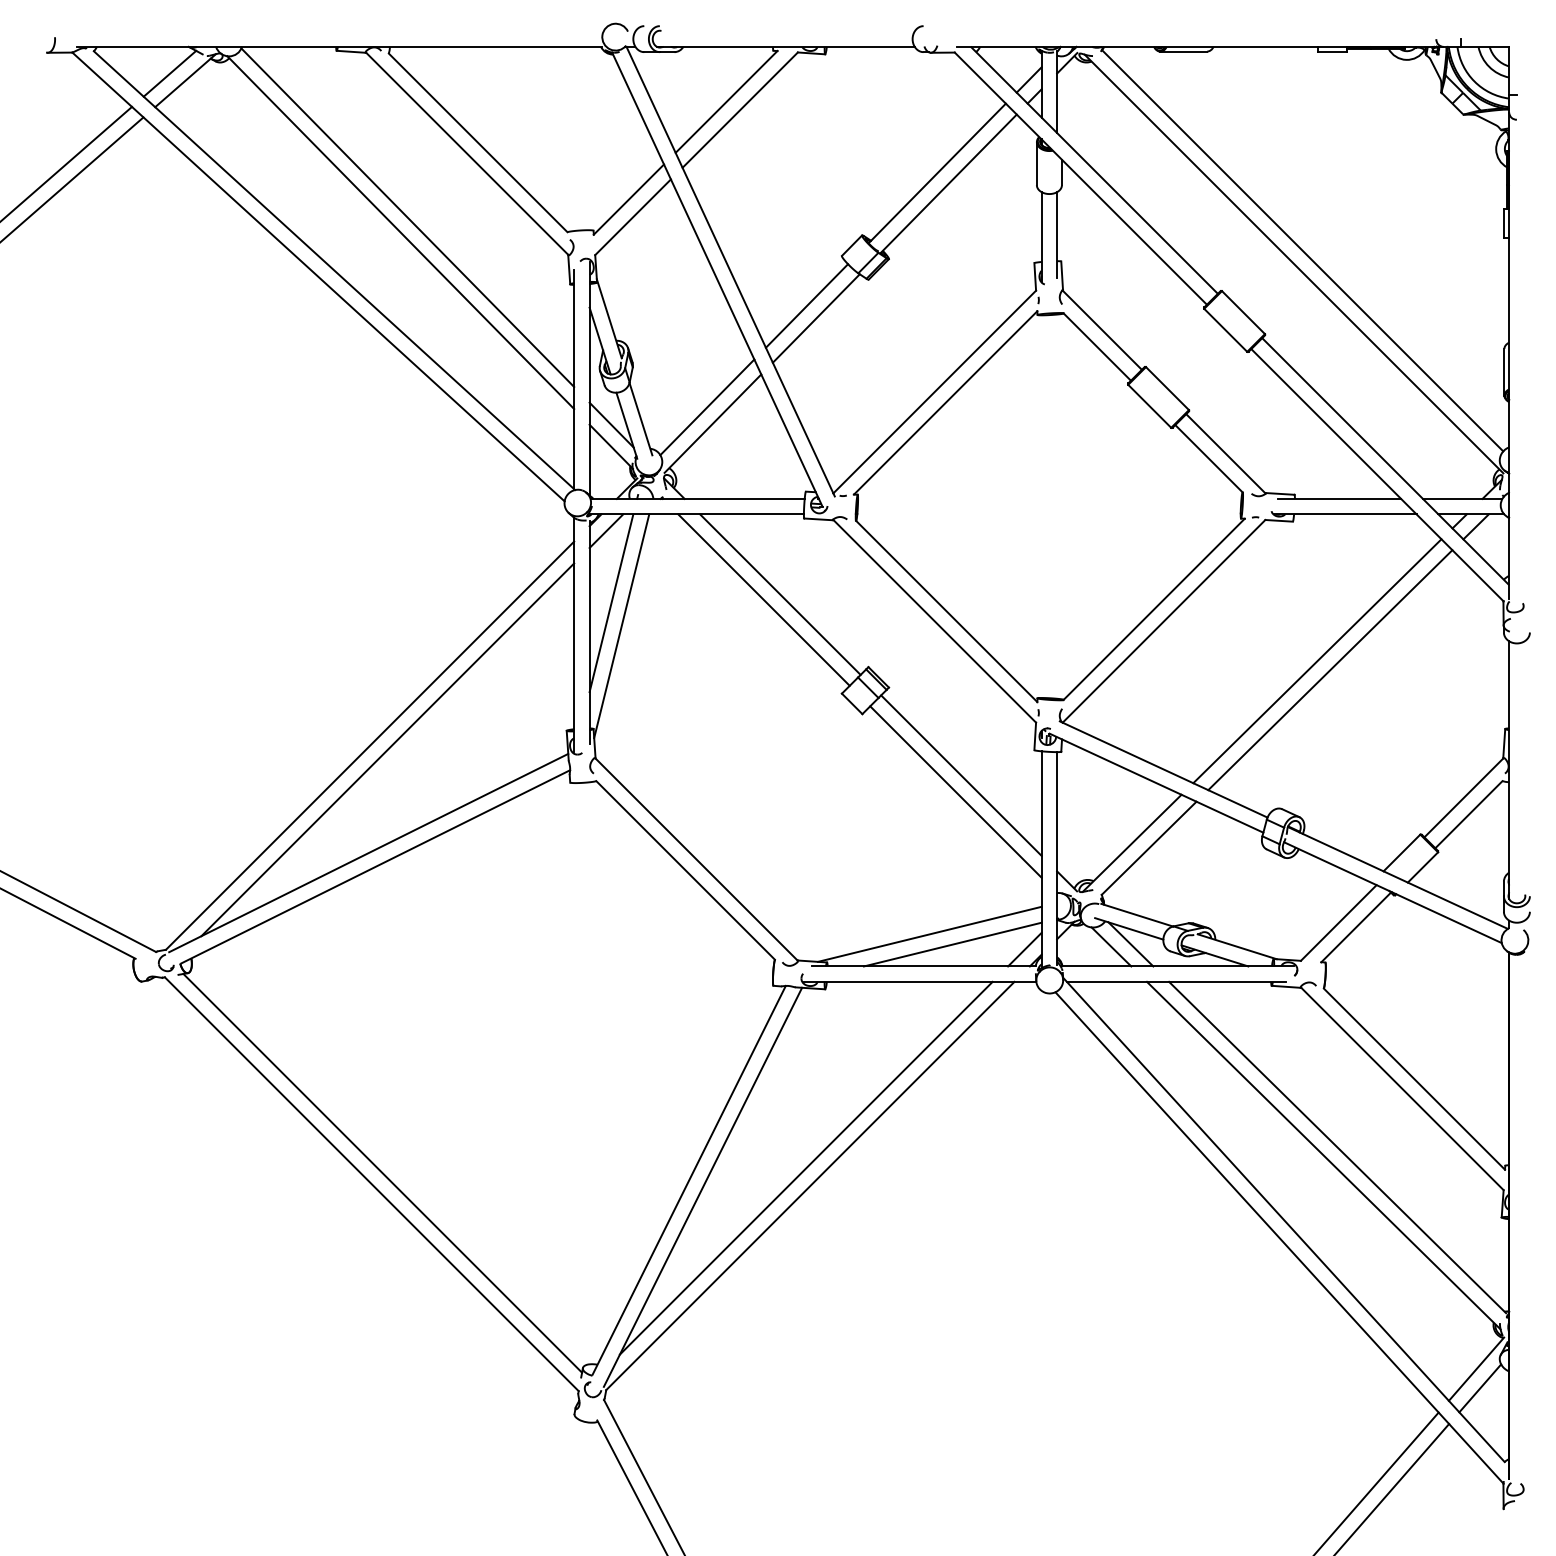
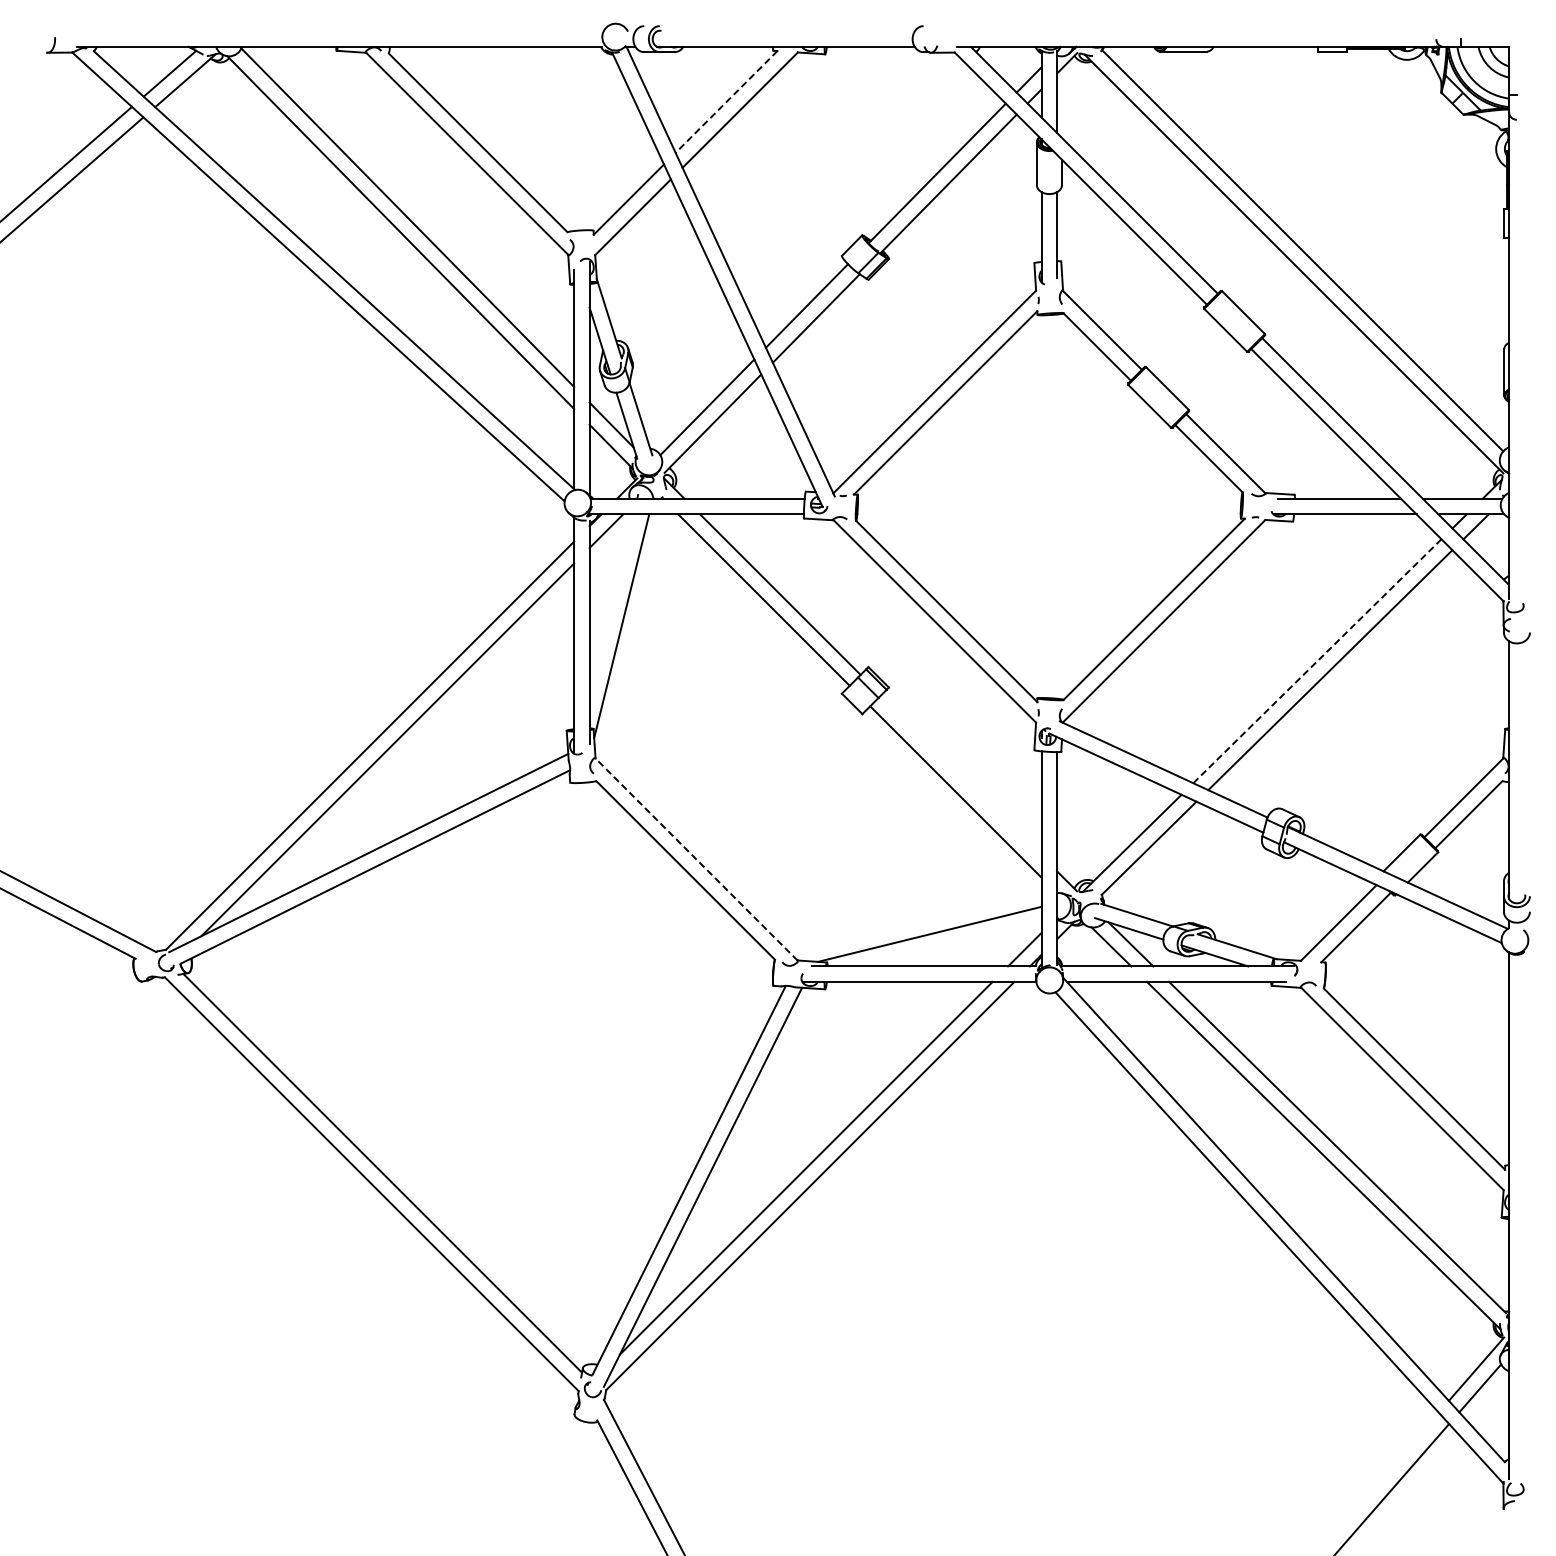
line at (726, 102): solid -> dashed
line at (611, 603): present -> none
line at (1317, 661): solid -> dashed
line at (961, 775): present -> none
line at (696, 859): solid -> dashed
line at (952, 944): present -> none
line at (1377, 1482): present -> none
